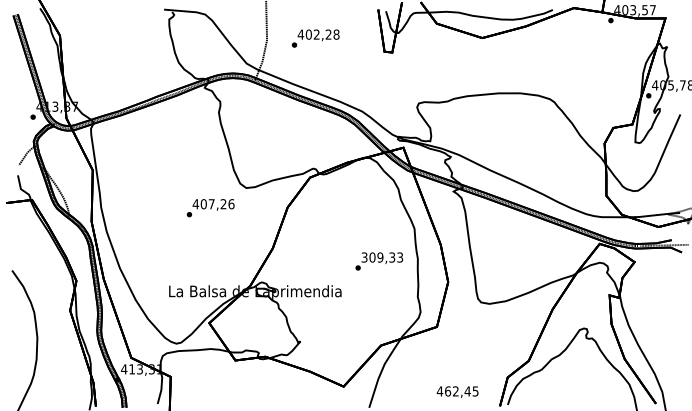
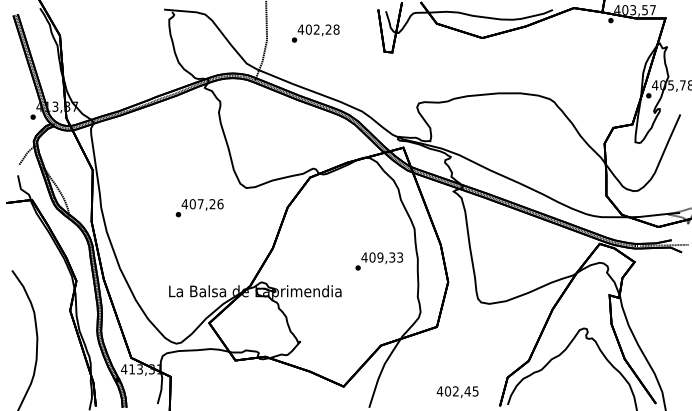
text at (315, 38) position: (315, 38) -> (315, 33)
text at (210, 208) position: (210, 208) -> (199, 208)
text at (364, 257): 309,33 -> 409,33
text at (448, 391): 462,45 -> 402,45
